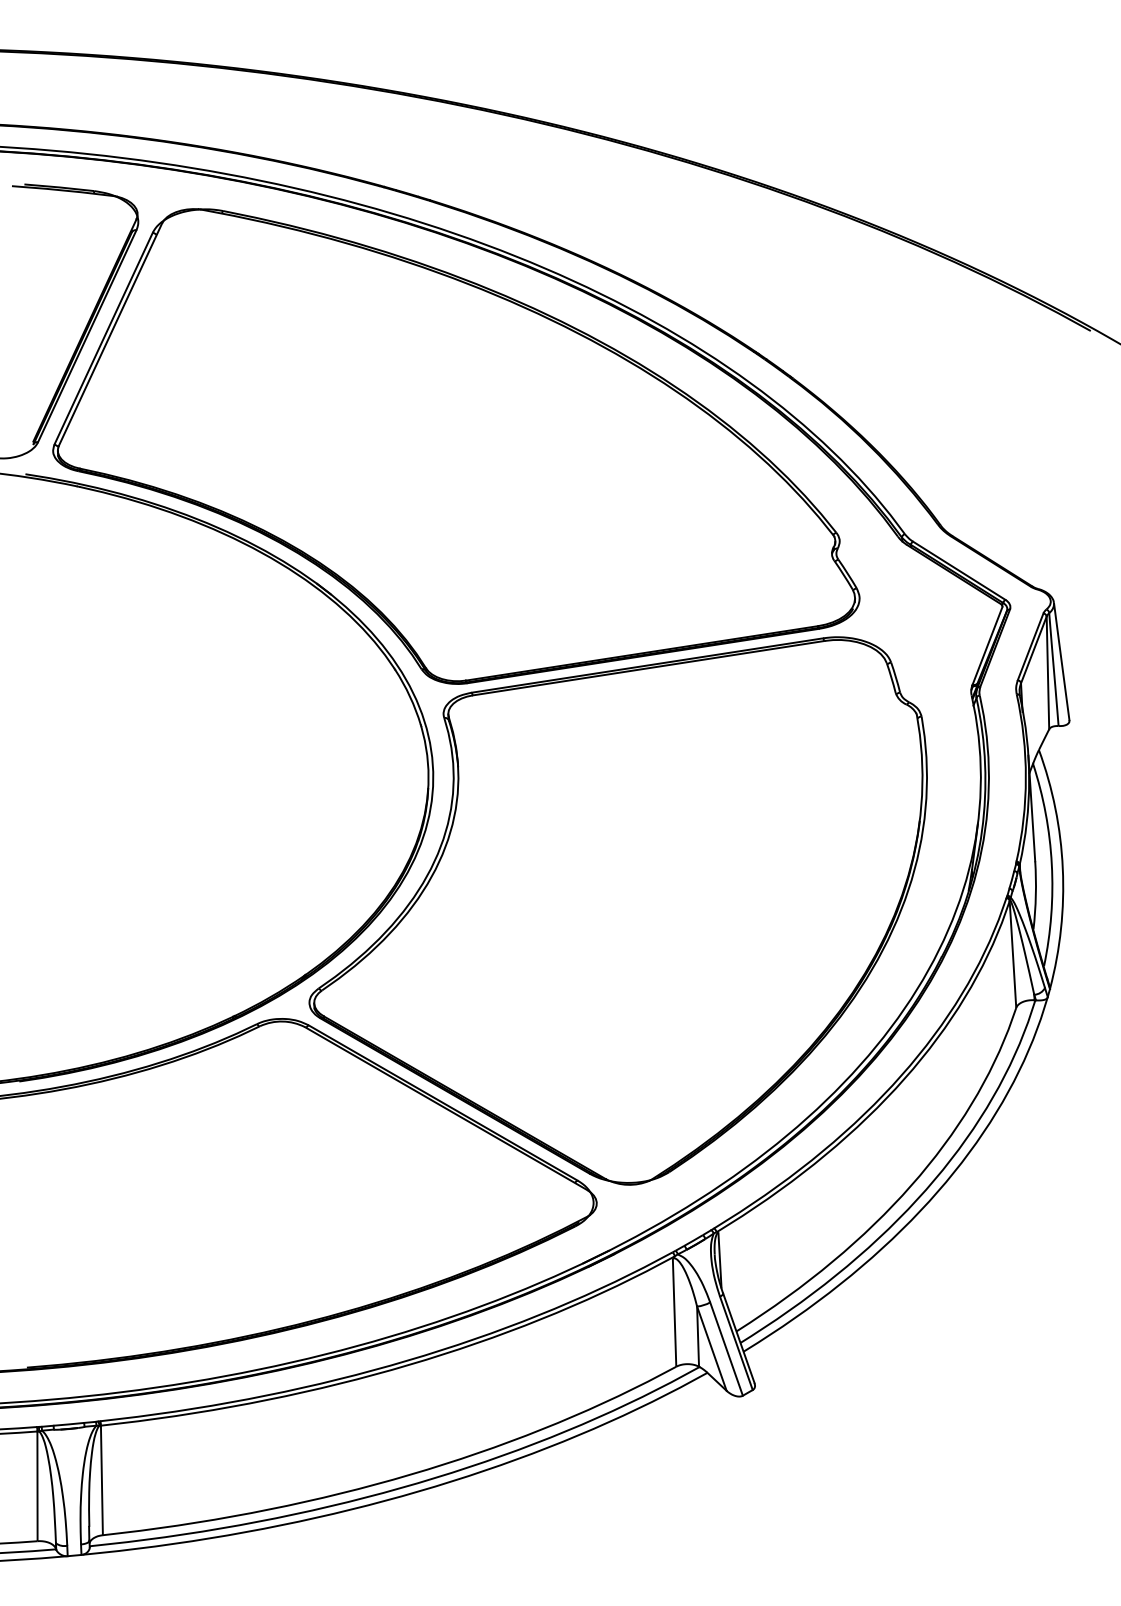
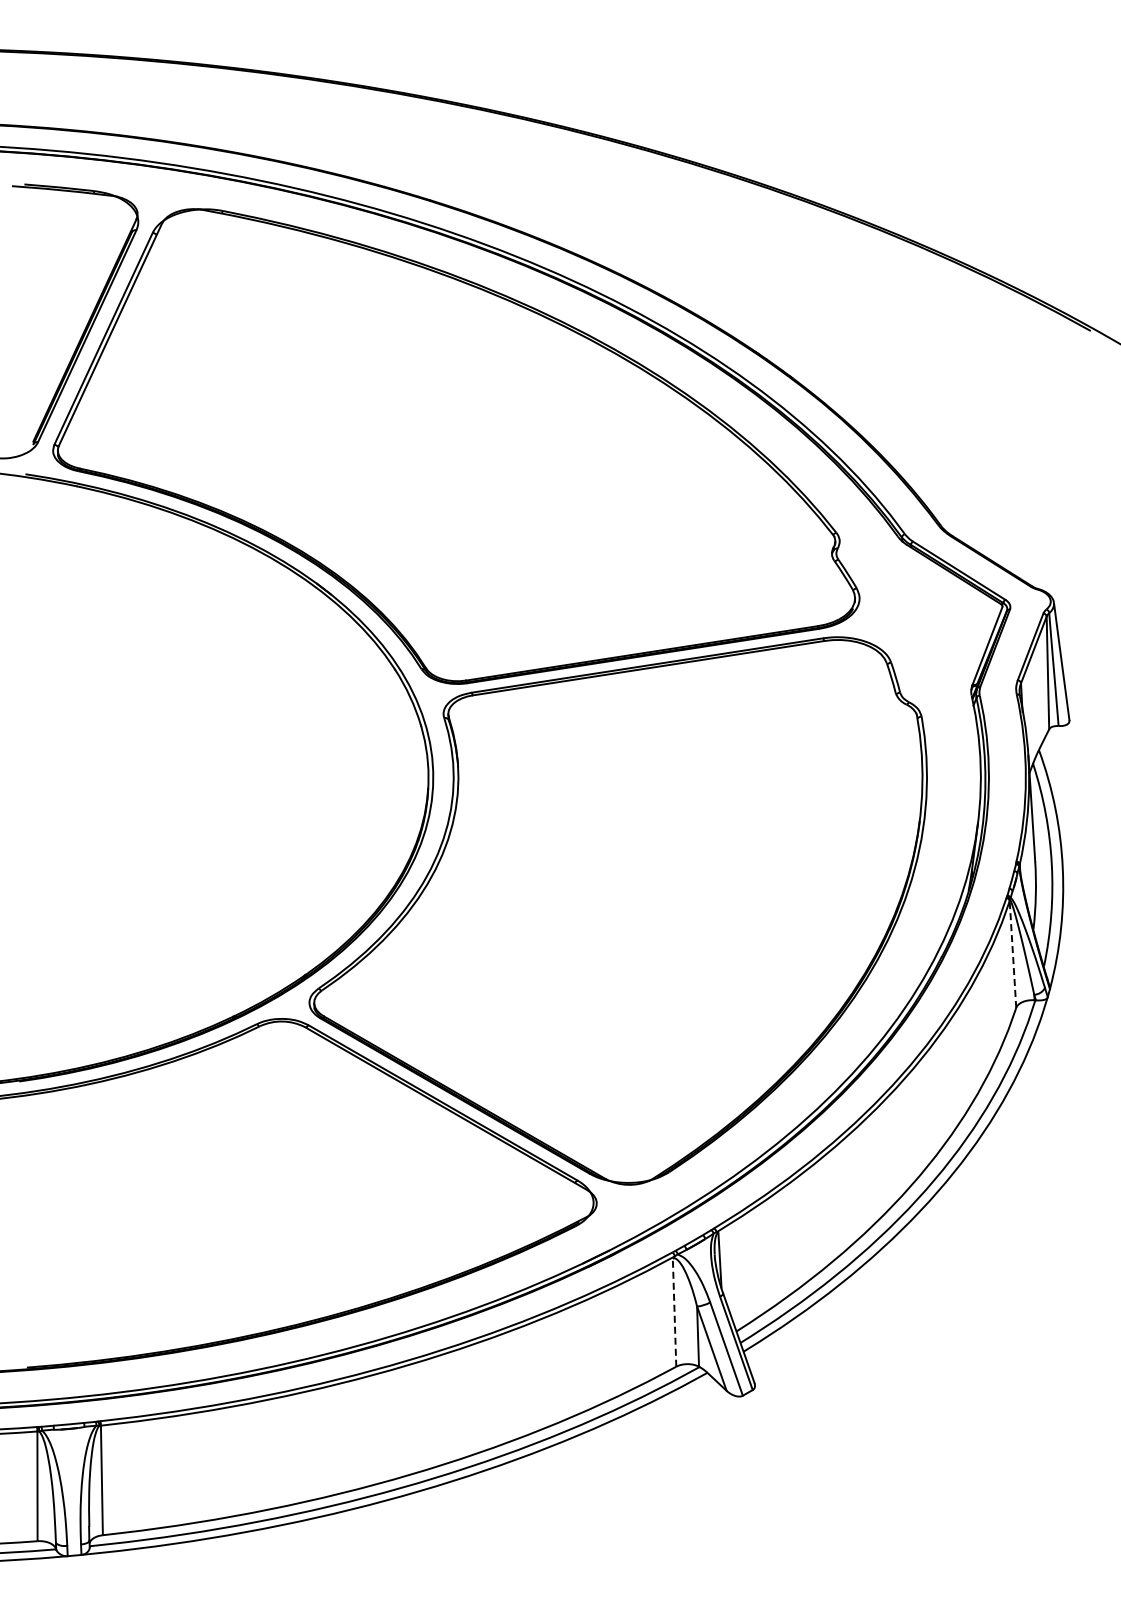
line at (1012, 954): solid -> dashed
line at (674, 1312): solid -> dashed
